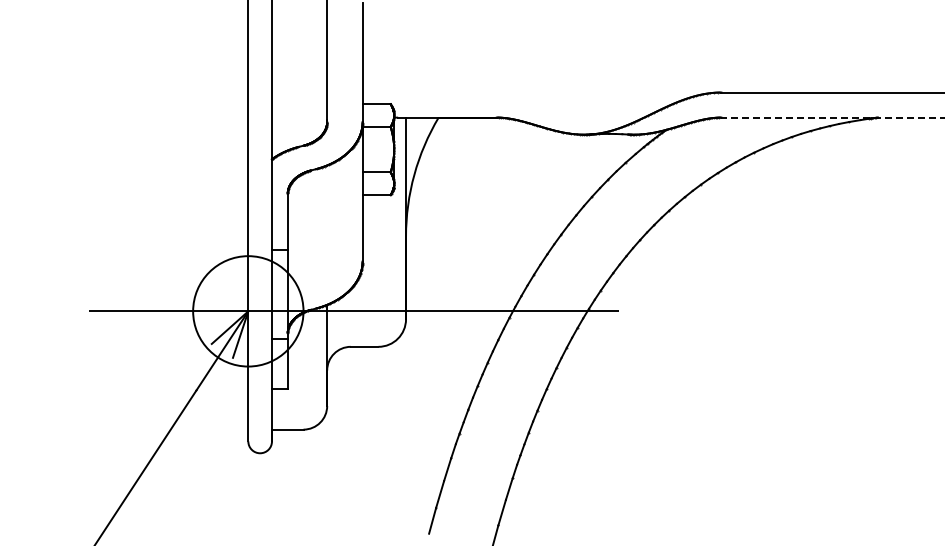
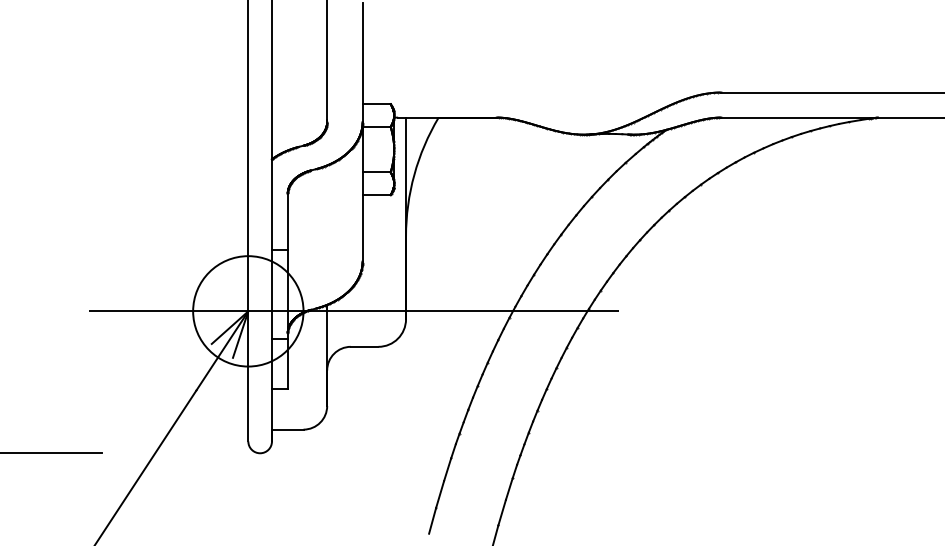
line at (832, 117): dashed -> solid
line at (52, 453): none -> present
